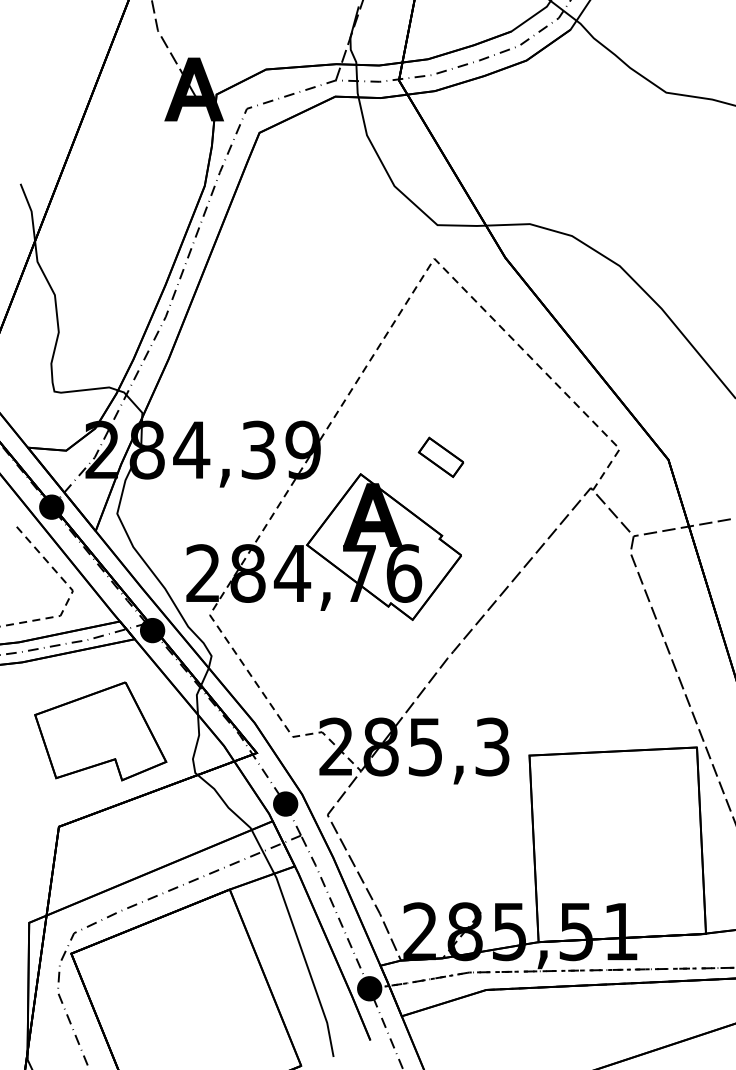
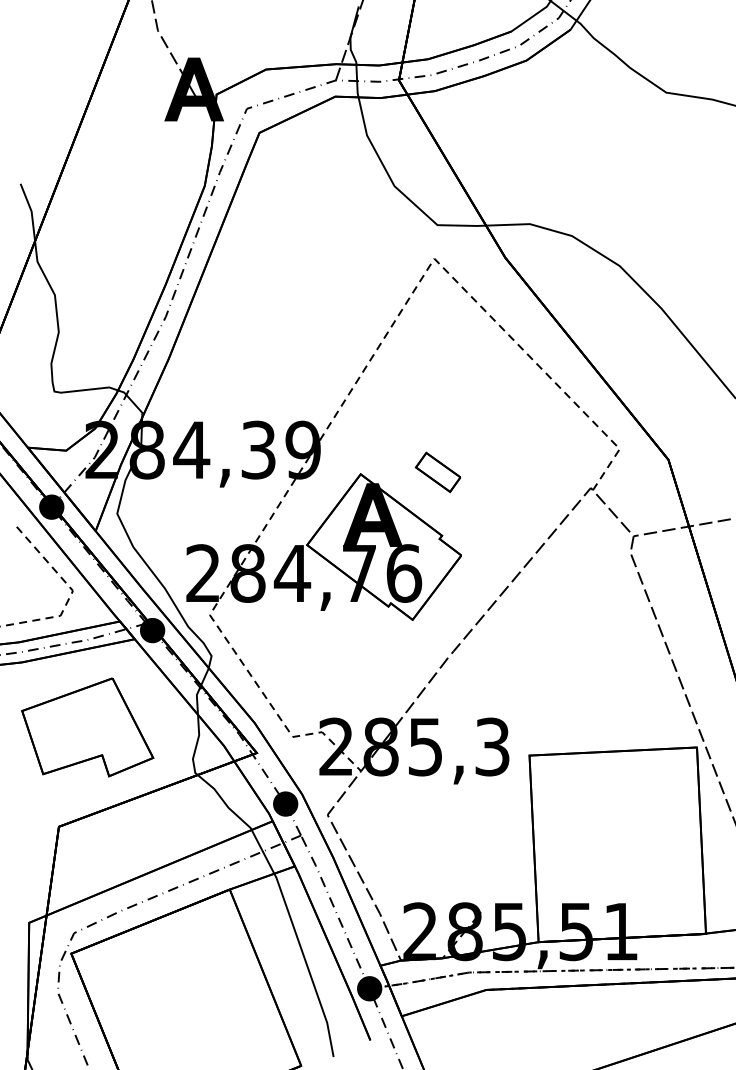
part at (440, 457) position: (440, 457) -> (437, 472)
part at (100, 731) position: (100, 731) -> (87, 727)
